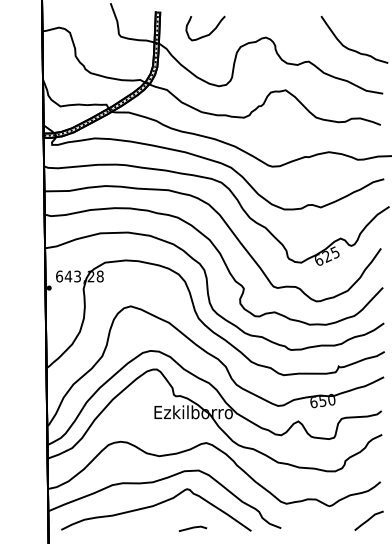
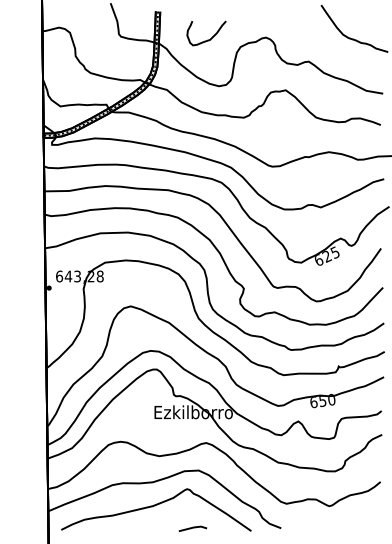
curve at (206, 34) position: (206, 34) -> (207, 39)
curve at (350, 48) position: (350, 48) -> (350, 37)
line at (368, 520): present -> none
